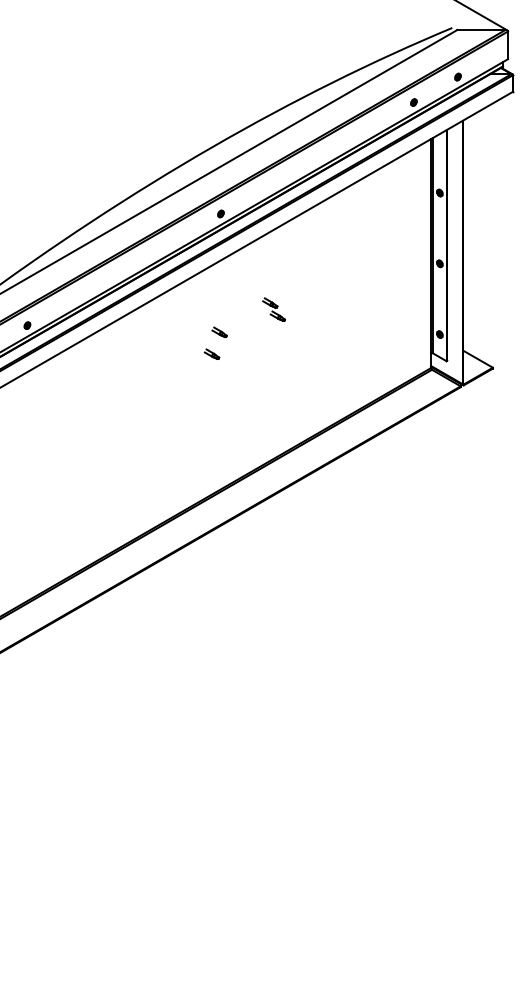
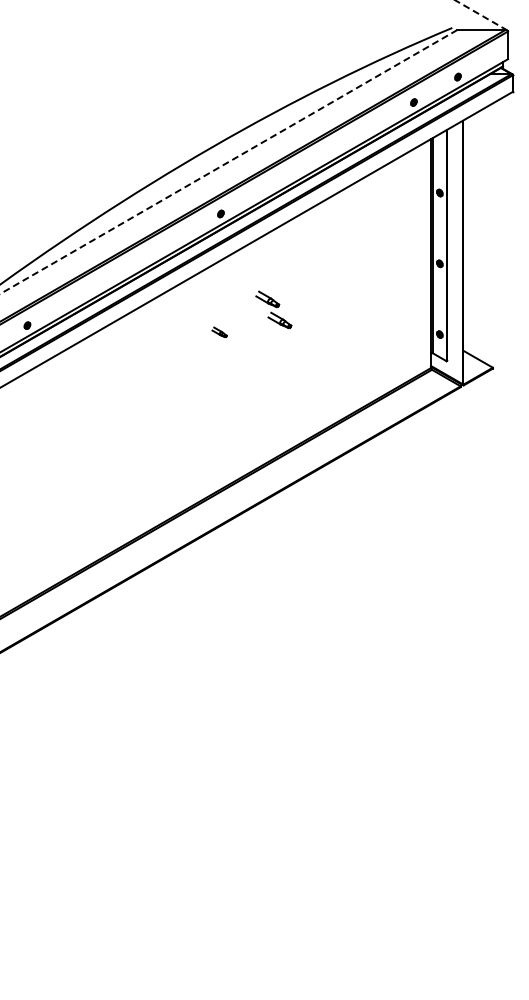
line at (481, 15): solid -> dashed
line at (228, 161): solid -> dashed
part at (274, 309) size: 25x25 px -> 38x39 px
part at (211, 353): present -> none
